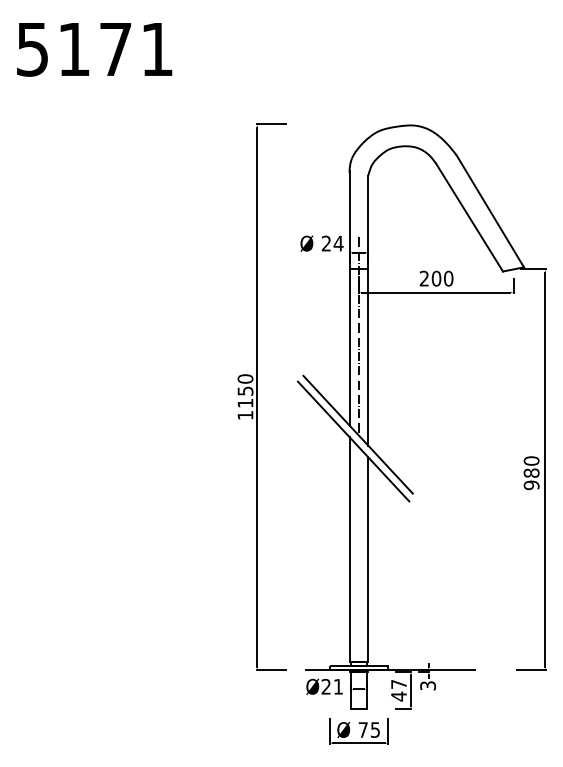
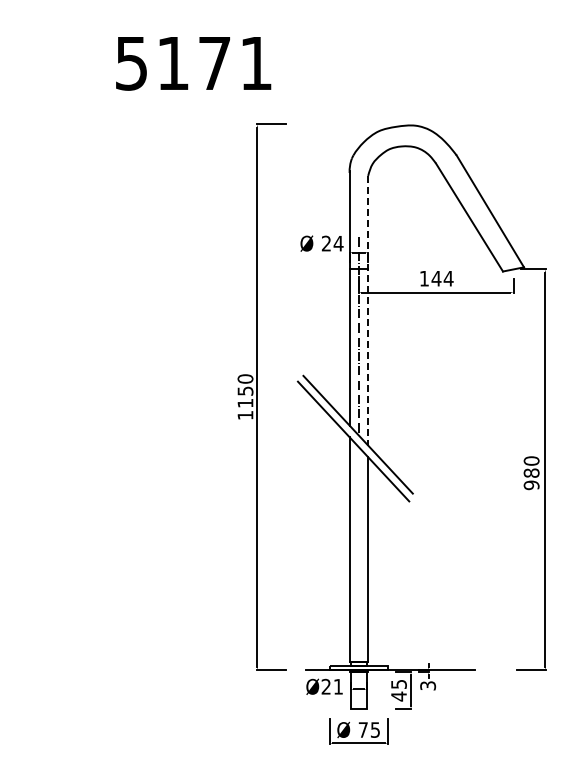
text at (94, 49) position: (94, 49) -> (193, 63)
text at (436, 278): 200 -> 144
line at (368, 310): solid -> dashed
text at (398, 684): 47 -> 45
